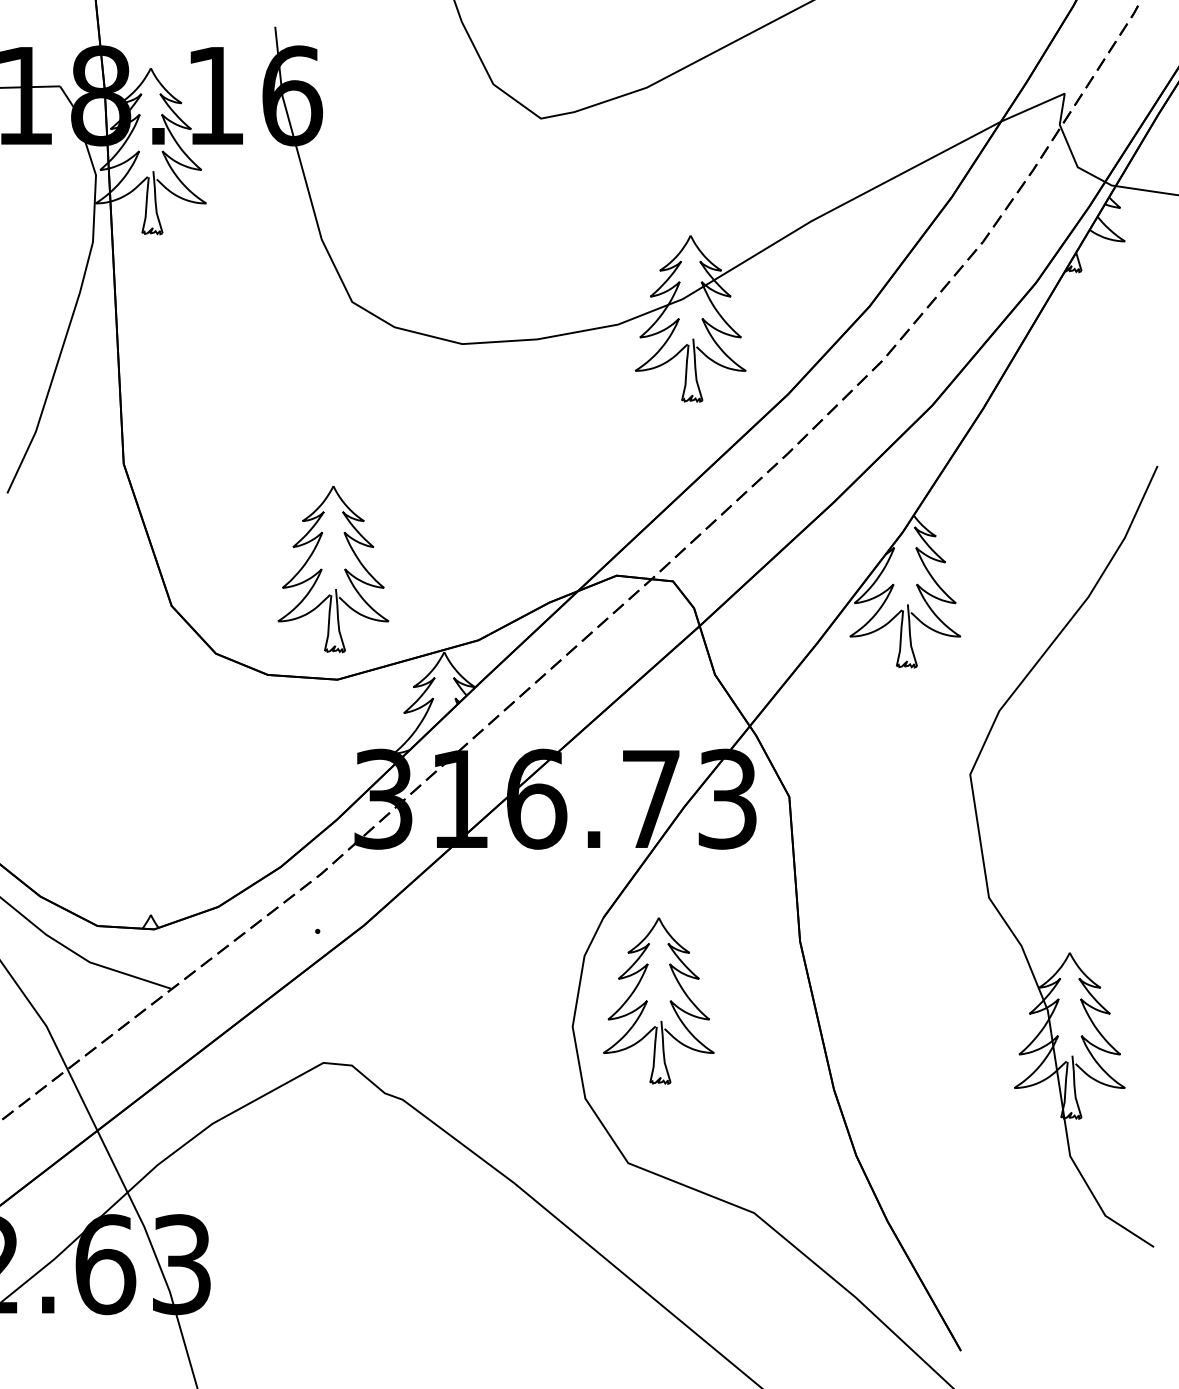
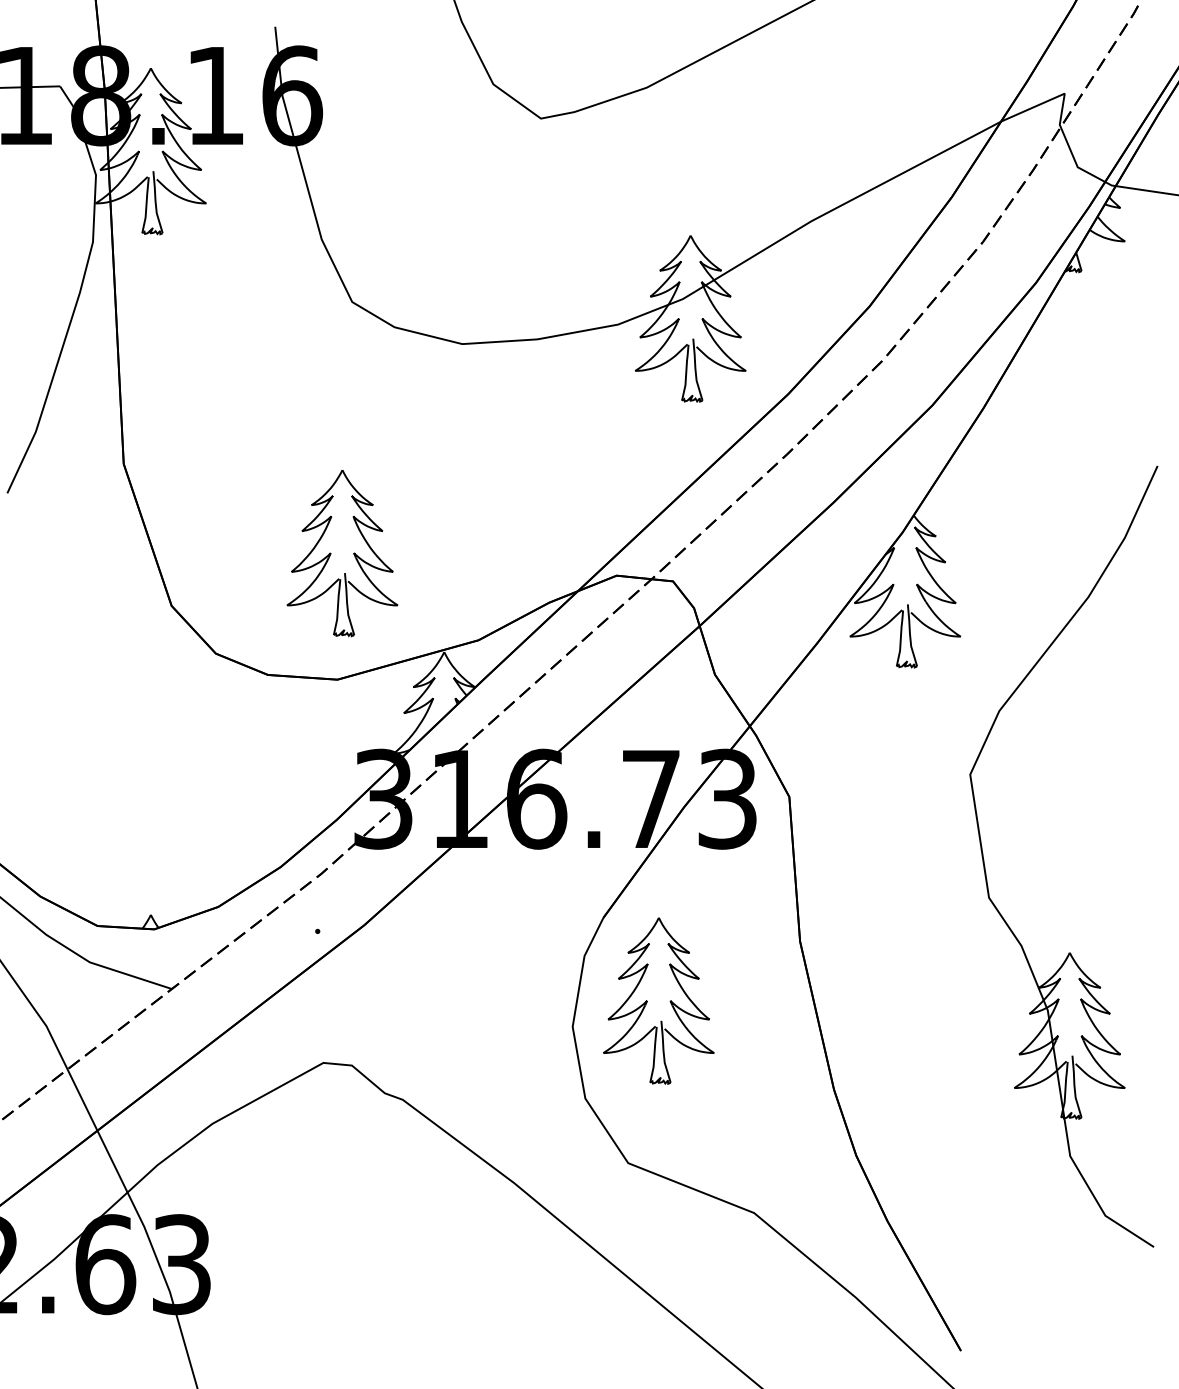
part at (322, 569) position: (322, 569) -> (331, 553)
